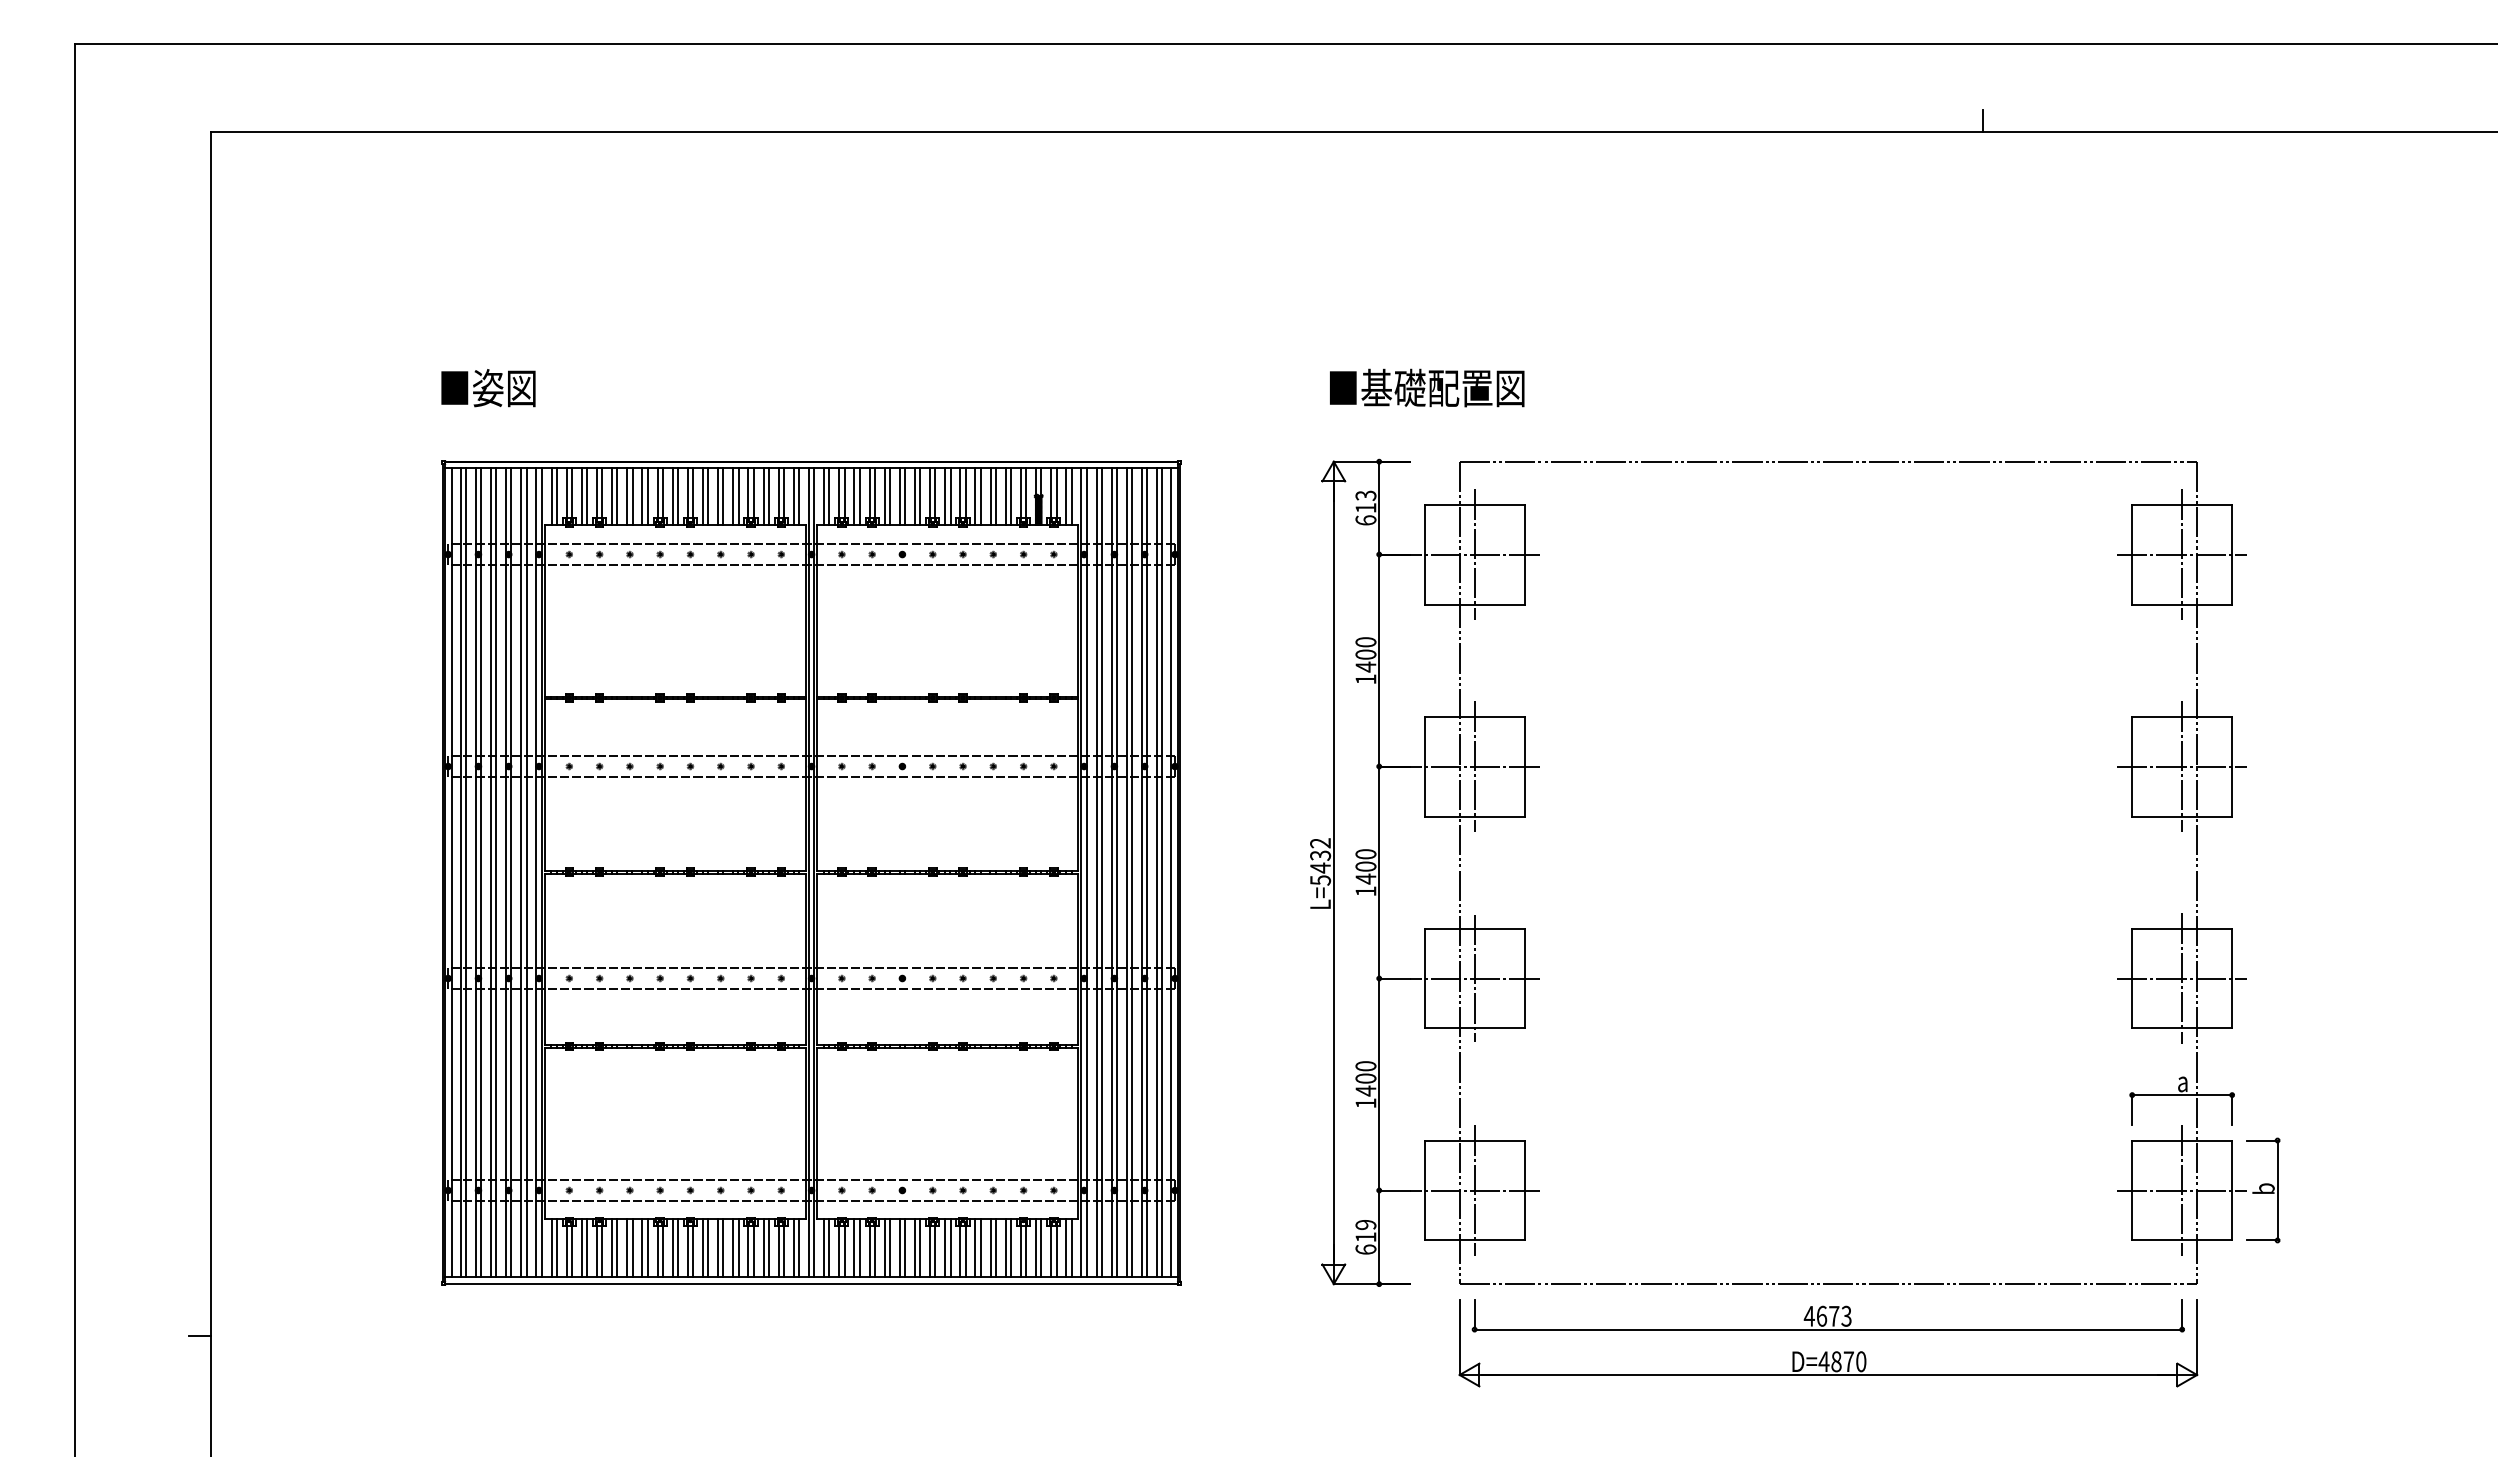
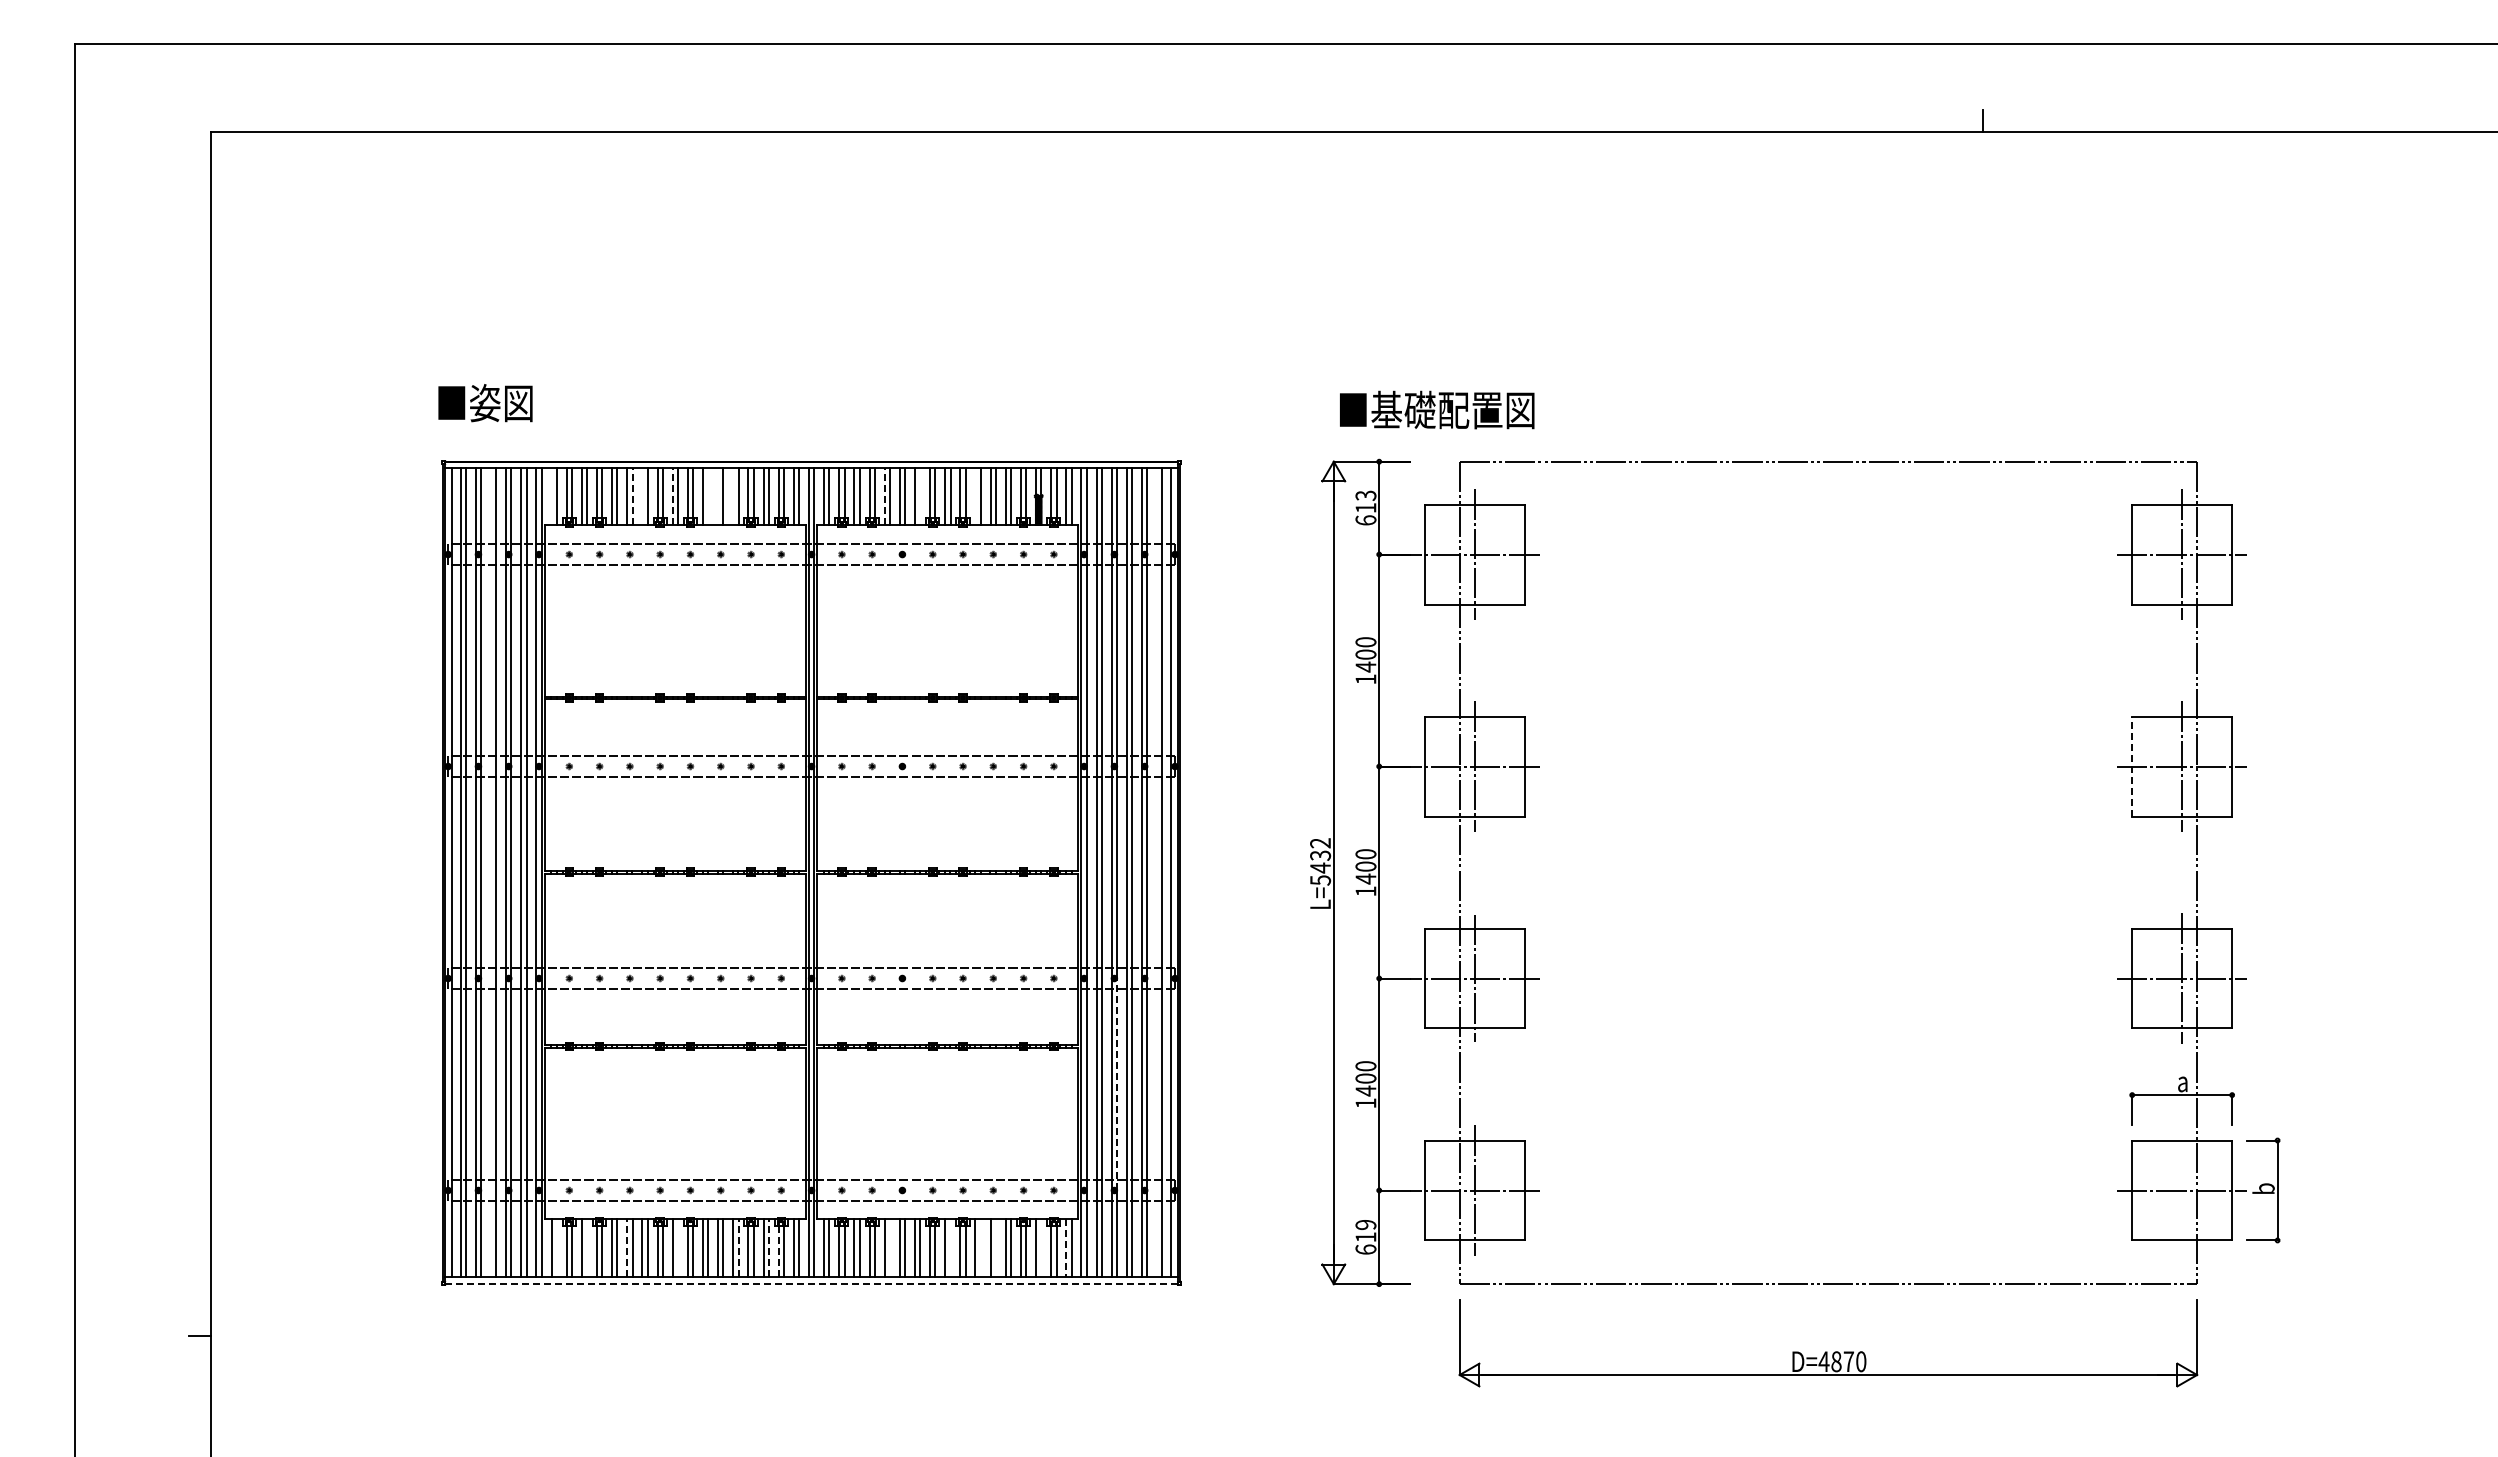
text at (1427, 387) position: (1427, 387) -> (1437, 409)
text at (488, 388) position: (488, 388) -> (485, 403)
line at (551, 496): present -> none
line at (632, 496): solid -> dashed
line at (642, 496): present -> none
line at (672, 496): solid -> dashed
line at (708, 496): present -> none
line at (718, 496): present -> none
line at (733, 496): present -> none
line at (884, 496): solid -> dashed
line at (920, 496): present -> none
line at (975, 496): present -> none
line at (2132, 766): solid -> dashed
line at (490, 872): present -> none
line at (1157, 872): present -> none
line at (1117, 1084): solid -> dashed
line at (2182, 1190): present -> none
line at (556, 1247): present -> none
line at (587, 1247): present -> none
line at (677, 1247): present -> none
line at (889, 1247): present -> none
line at (950, 1247): present -> none
line at (980, 1247): present -> none
line at (995, 1247): present -> none
line at (1041, 1247): present -> none
line at (627, 1248): solid -> dashed
line at (738, 1248): solid -> dashed
line at (768, 1248): solid -> dashed
line at (1066, 1248): solid -> dashed
line at (778, 1250): solid -> dashed
line at (812, 1284): solid -> dashed
part at (1827, 1315): present -> none
